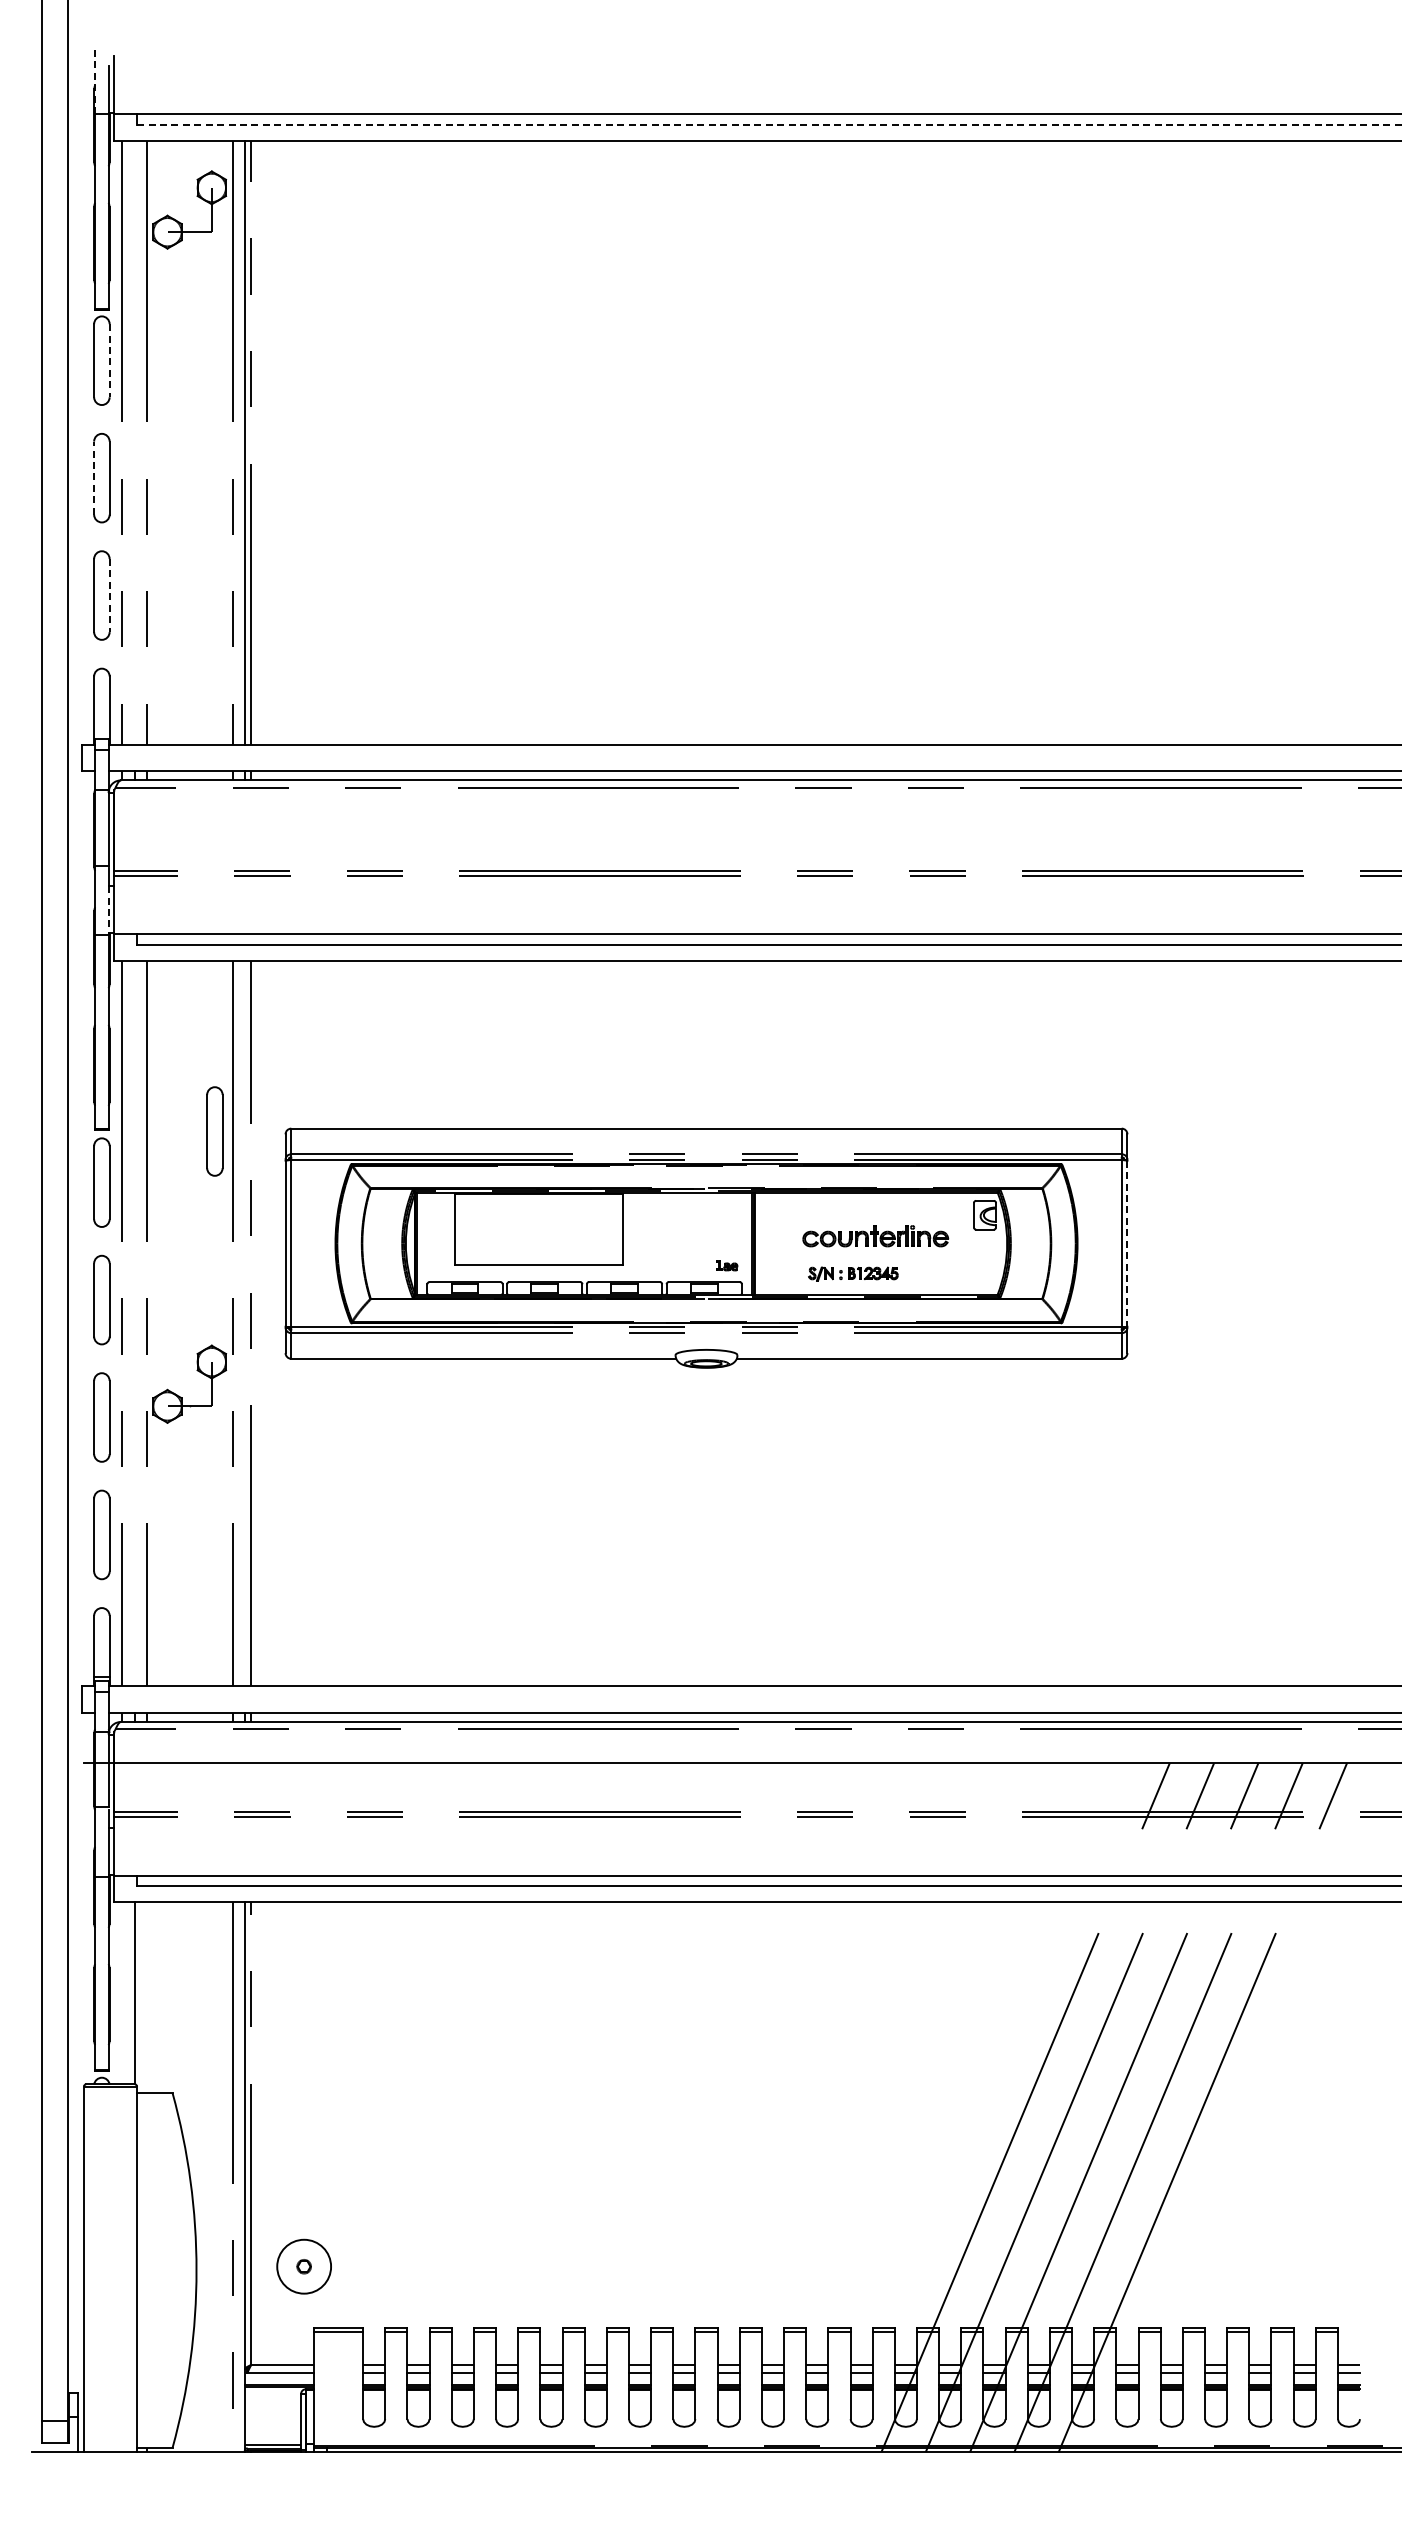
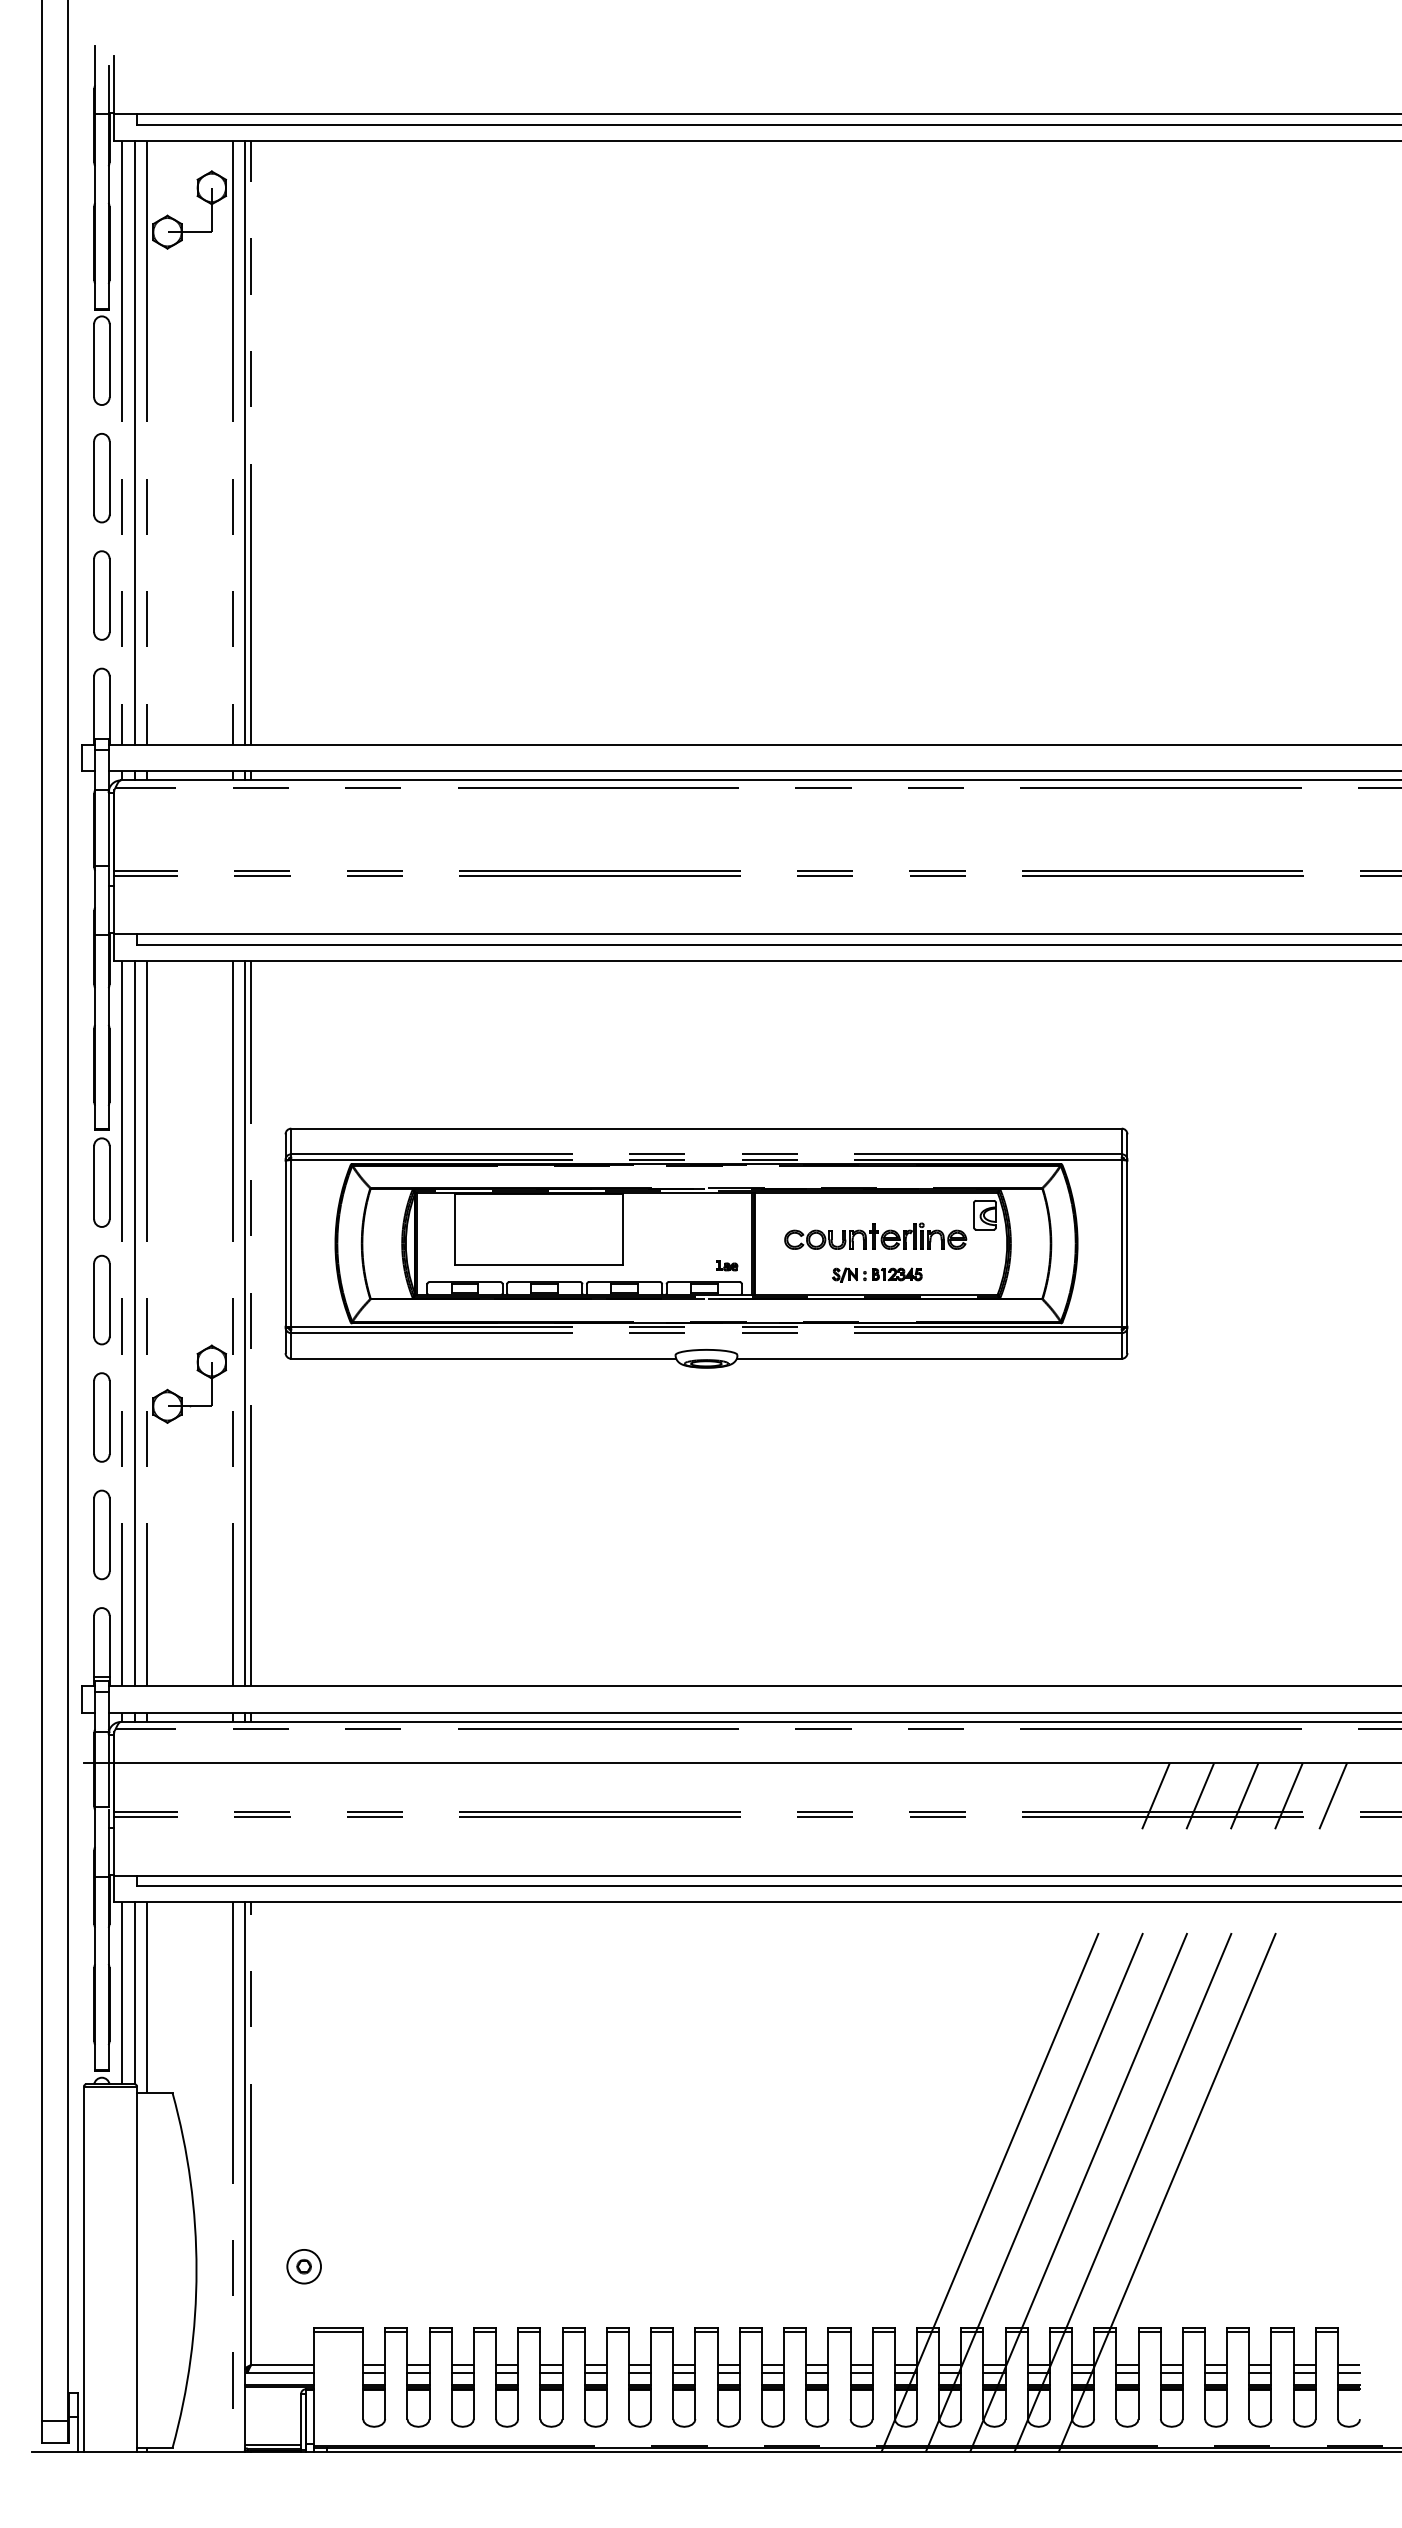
line at (95, 79): dashed -> solid
line at (769, 124): dashed -> solid
line at (109, 360): dashed -> solid
line at (134, 442): none -> present
line at (94, 478): dashed -> solid
line at (109, 595): dashed -> solid
line at (108, 909): dashed -> solid
part at (214, 1131): present -> none
part at (875, 1236) size: 148x23 px -> 184x28 px
line at (1127, 1244): dashed -> solid
part at (853, 1273) position: (853, 1273) -> (877, 1274)
line at (134, 1323): none -> present
line at (244, 1323): none -> present
line at (122, 1993): none -> present
line at (146, 1997): none -> present
circle at (304, 2266) diameter: 54 px -> 34 px
